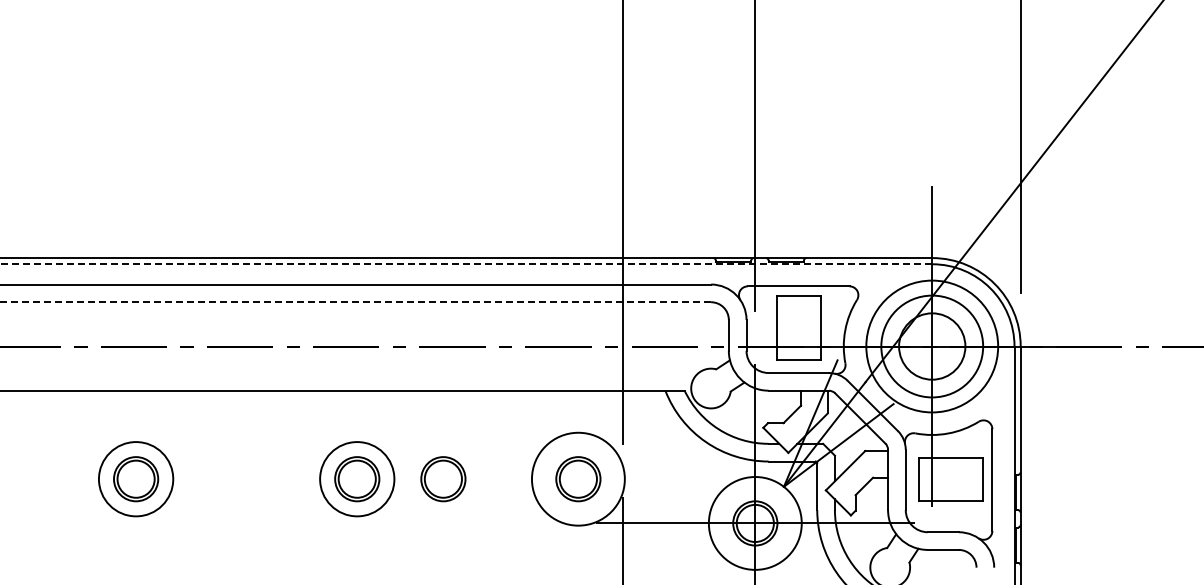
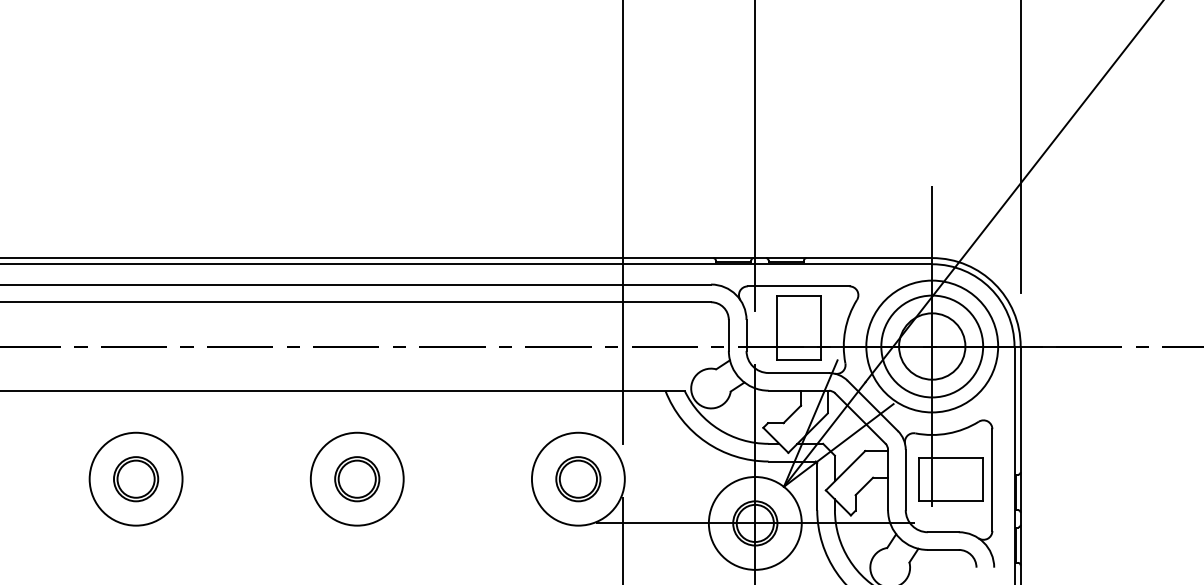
line at (466, 264): dashed -> solid
line at (355, 302): dashed -> solid
circle at (135, 479) diameter: 74 px -> 93 px
circle at (357, 479) diameter: 74 px -> 93 px
part at (443, 479): present -> none
